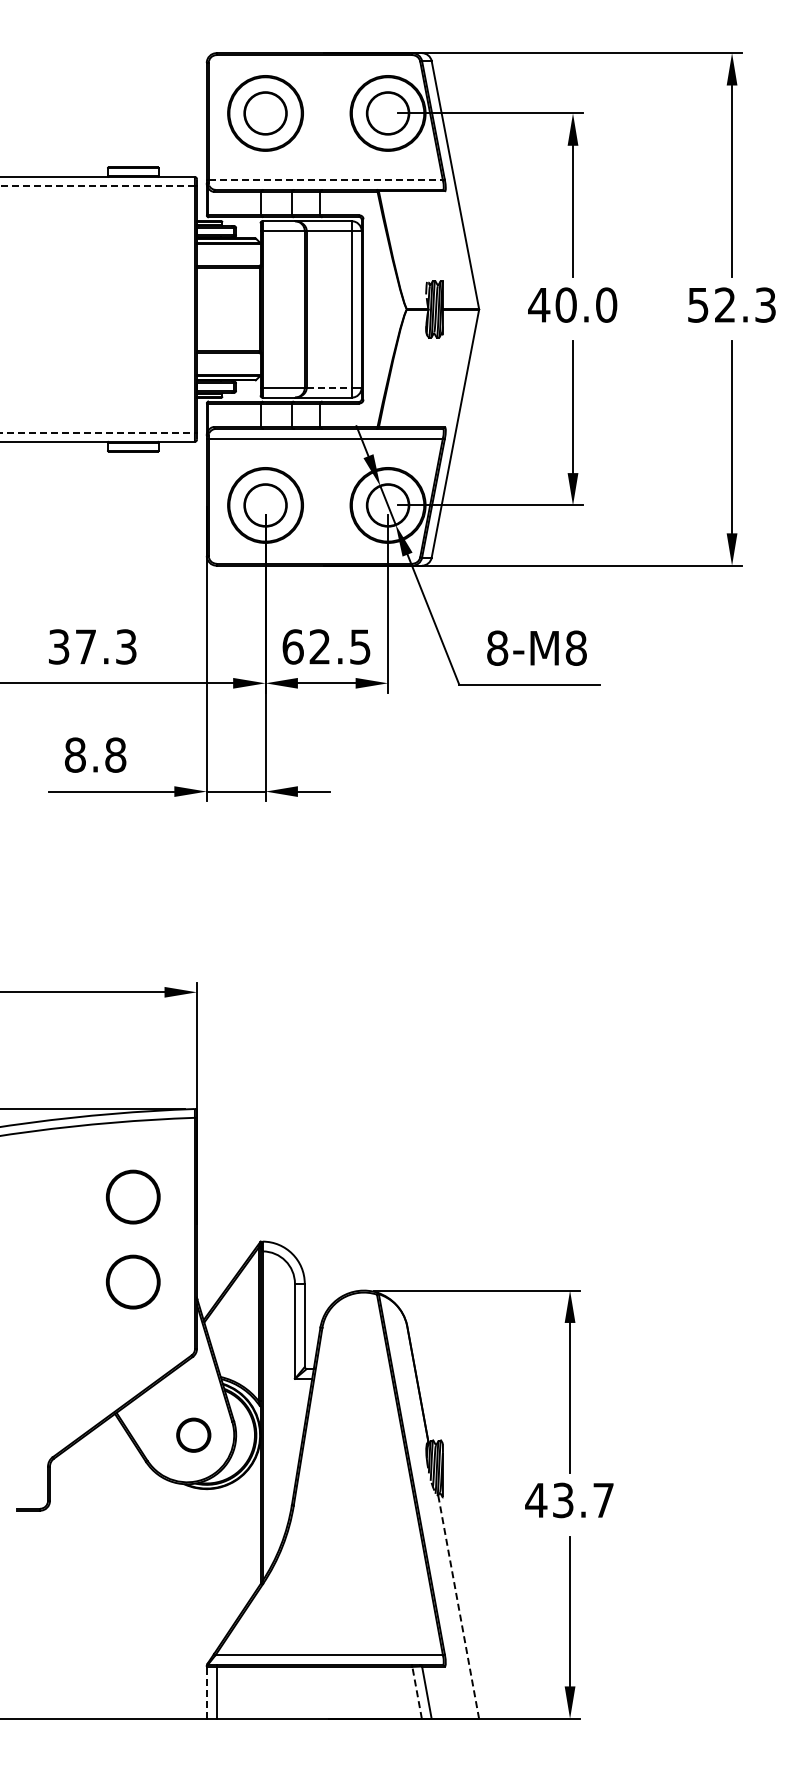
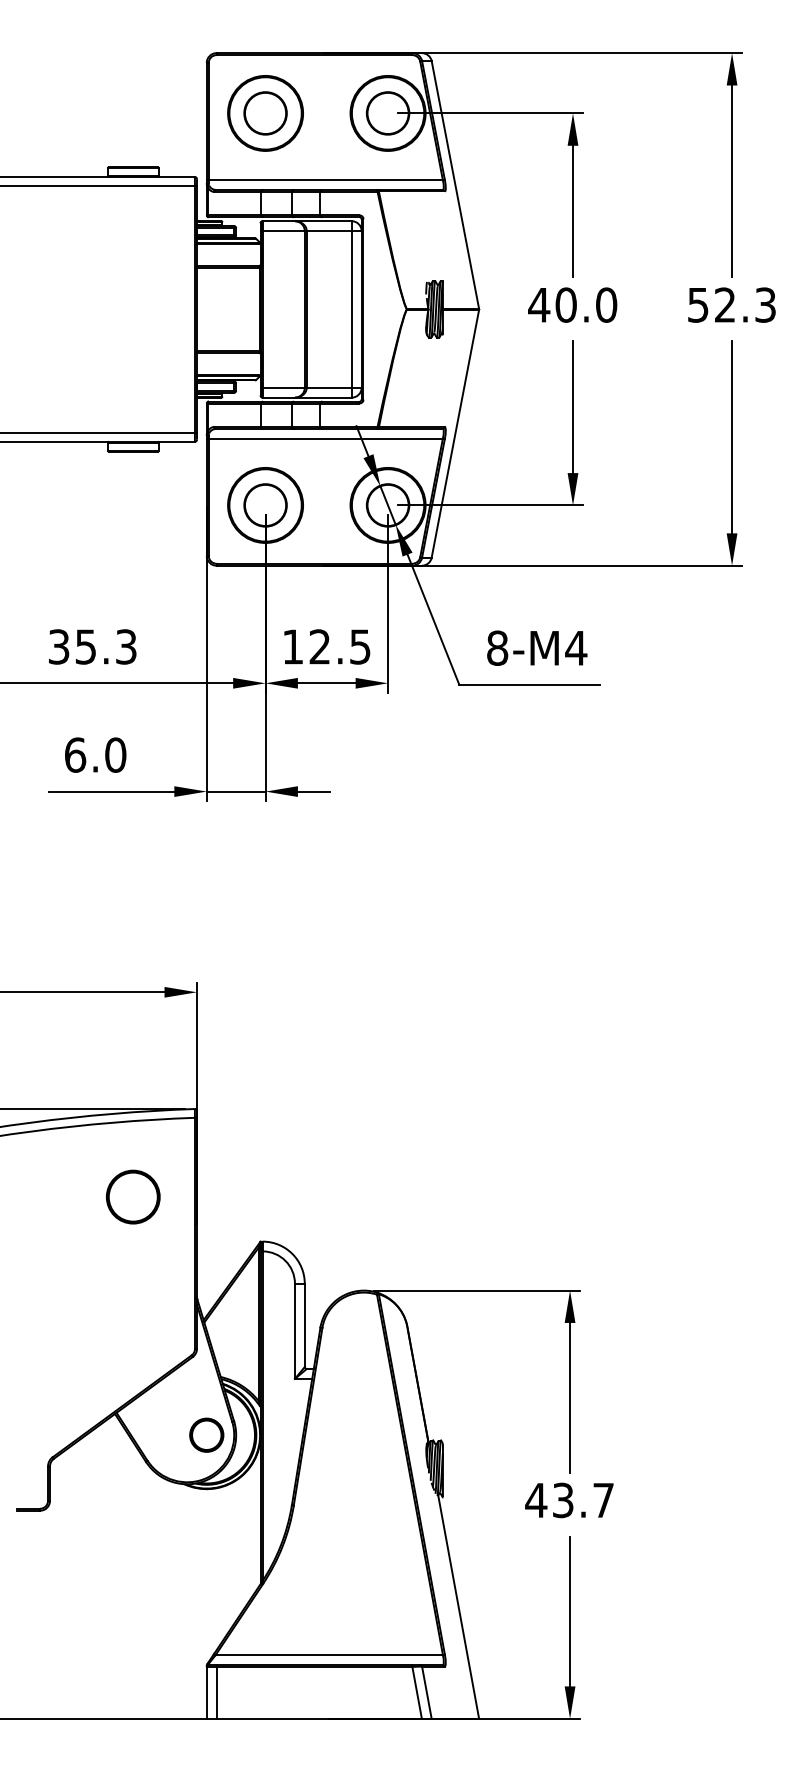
line at (326, 180): dashed -> solid
line at (97, 185): dashed -> solid
line at (329, 387): dashed -> solid
line at (98, 432): dashed -> solid
text at (85, 646): 37.3 -> 35.3
text at (292, 646): 62.5 -> 12.5
text at (576, 647): 8-M8 -> 8-M4
text at (95, 754): 8.8 -> 6.0
part at (133, 1281): present -> none
part at (193, 1434) position: (193, 1434) -> (206, 1434)
line at (458, 1607): dashed -> solid
line at (206, 1692): dashed -> solid
line at (417, 1692): dashed -> solid
